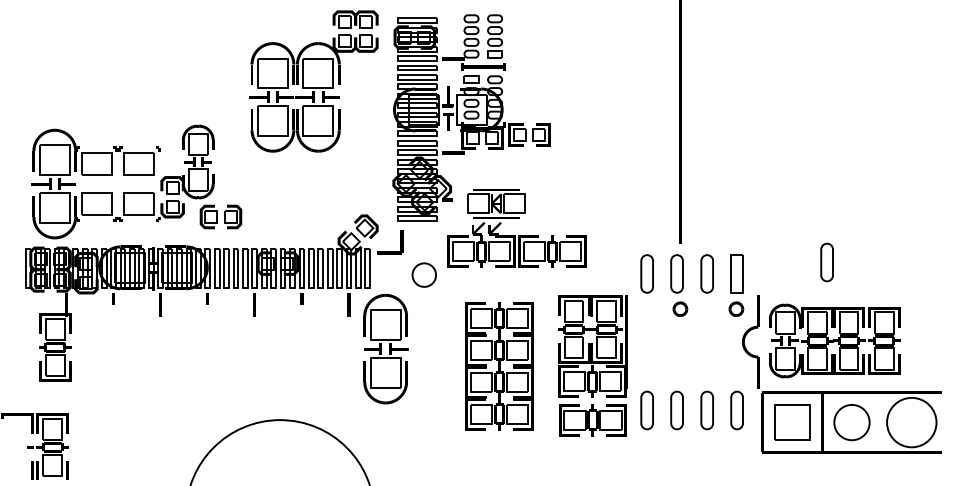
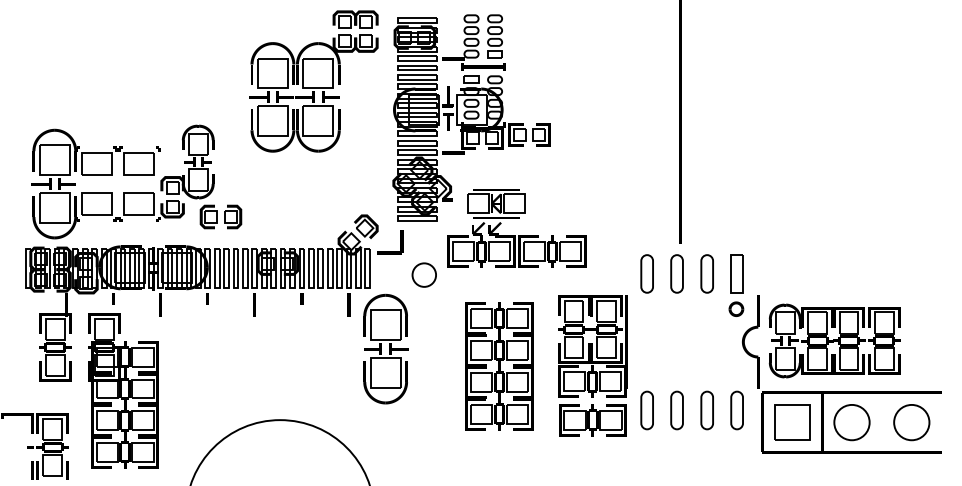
part at (826, 262): present -> none
part at (680, 308): present -> none
part at (123, 390): none -> present
circle at (911, 422) diameter: 49 px -> 35 px
